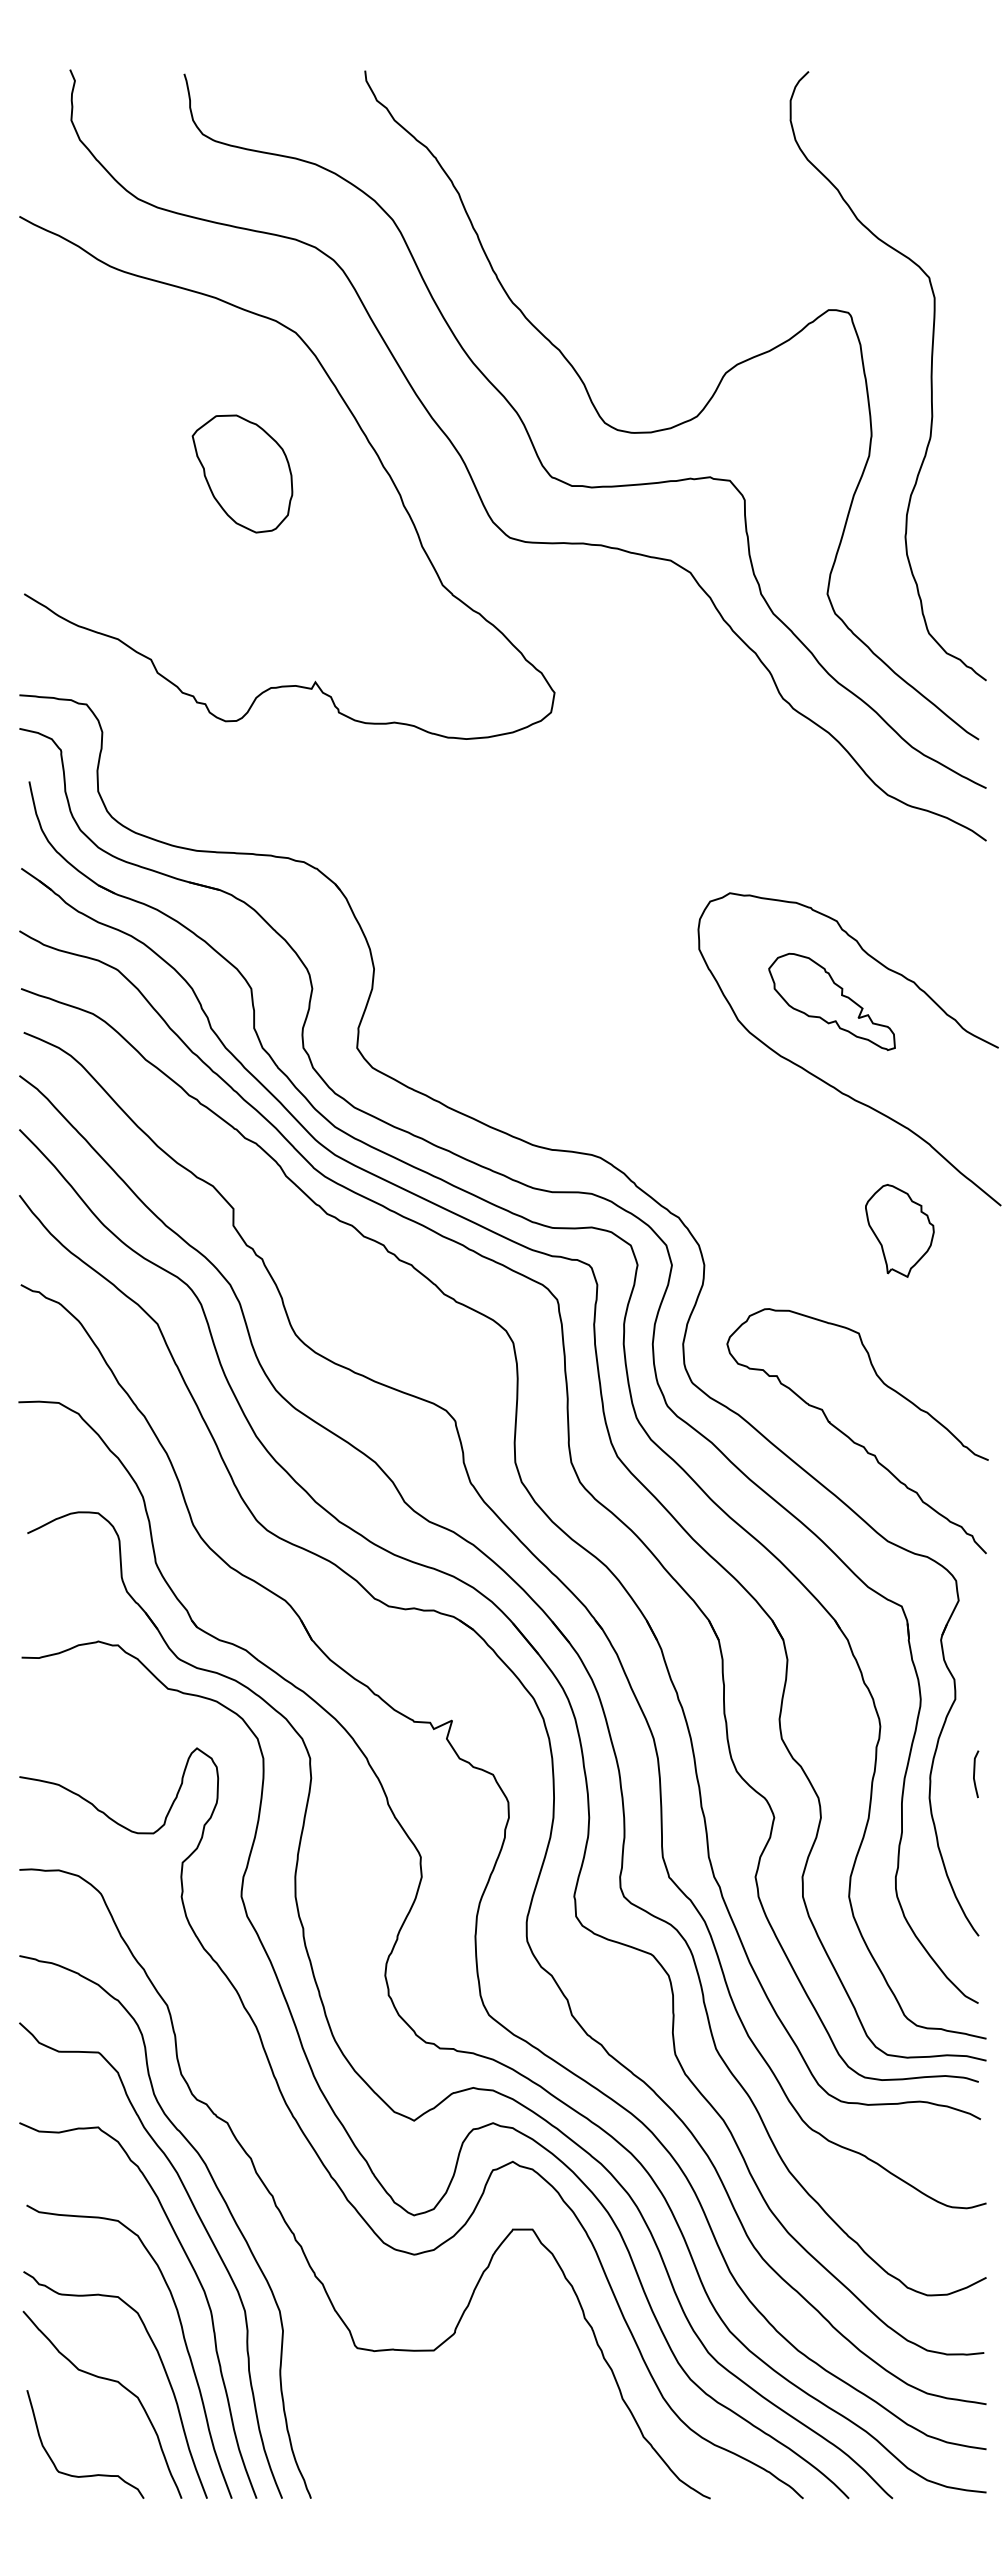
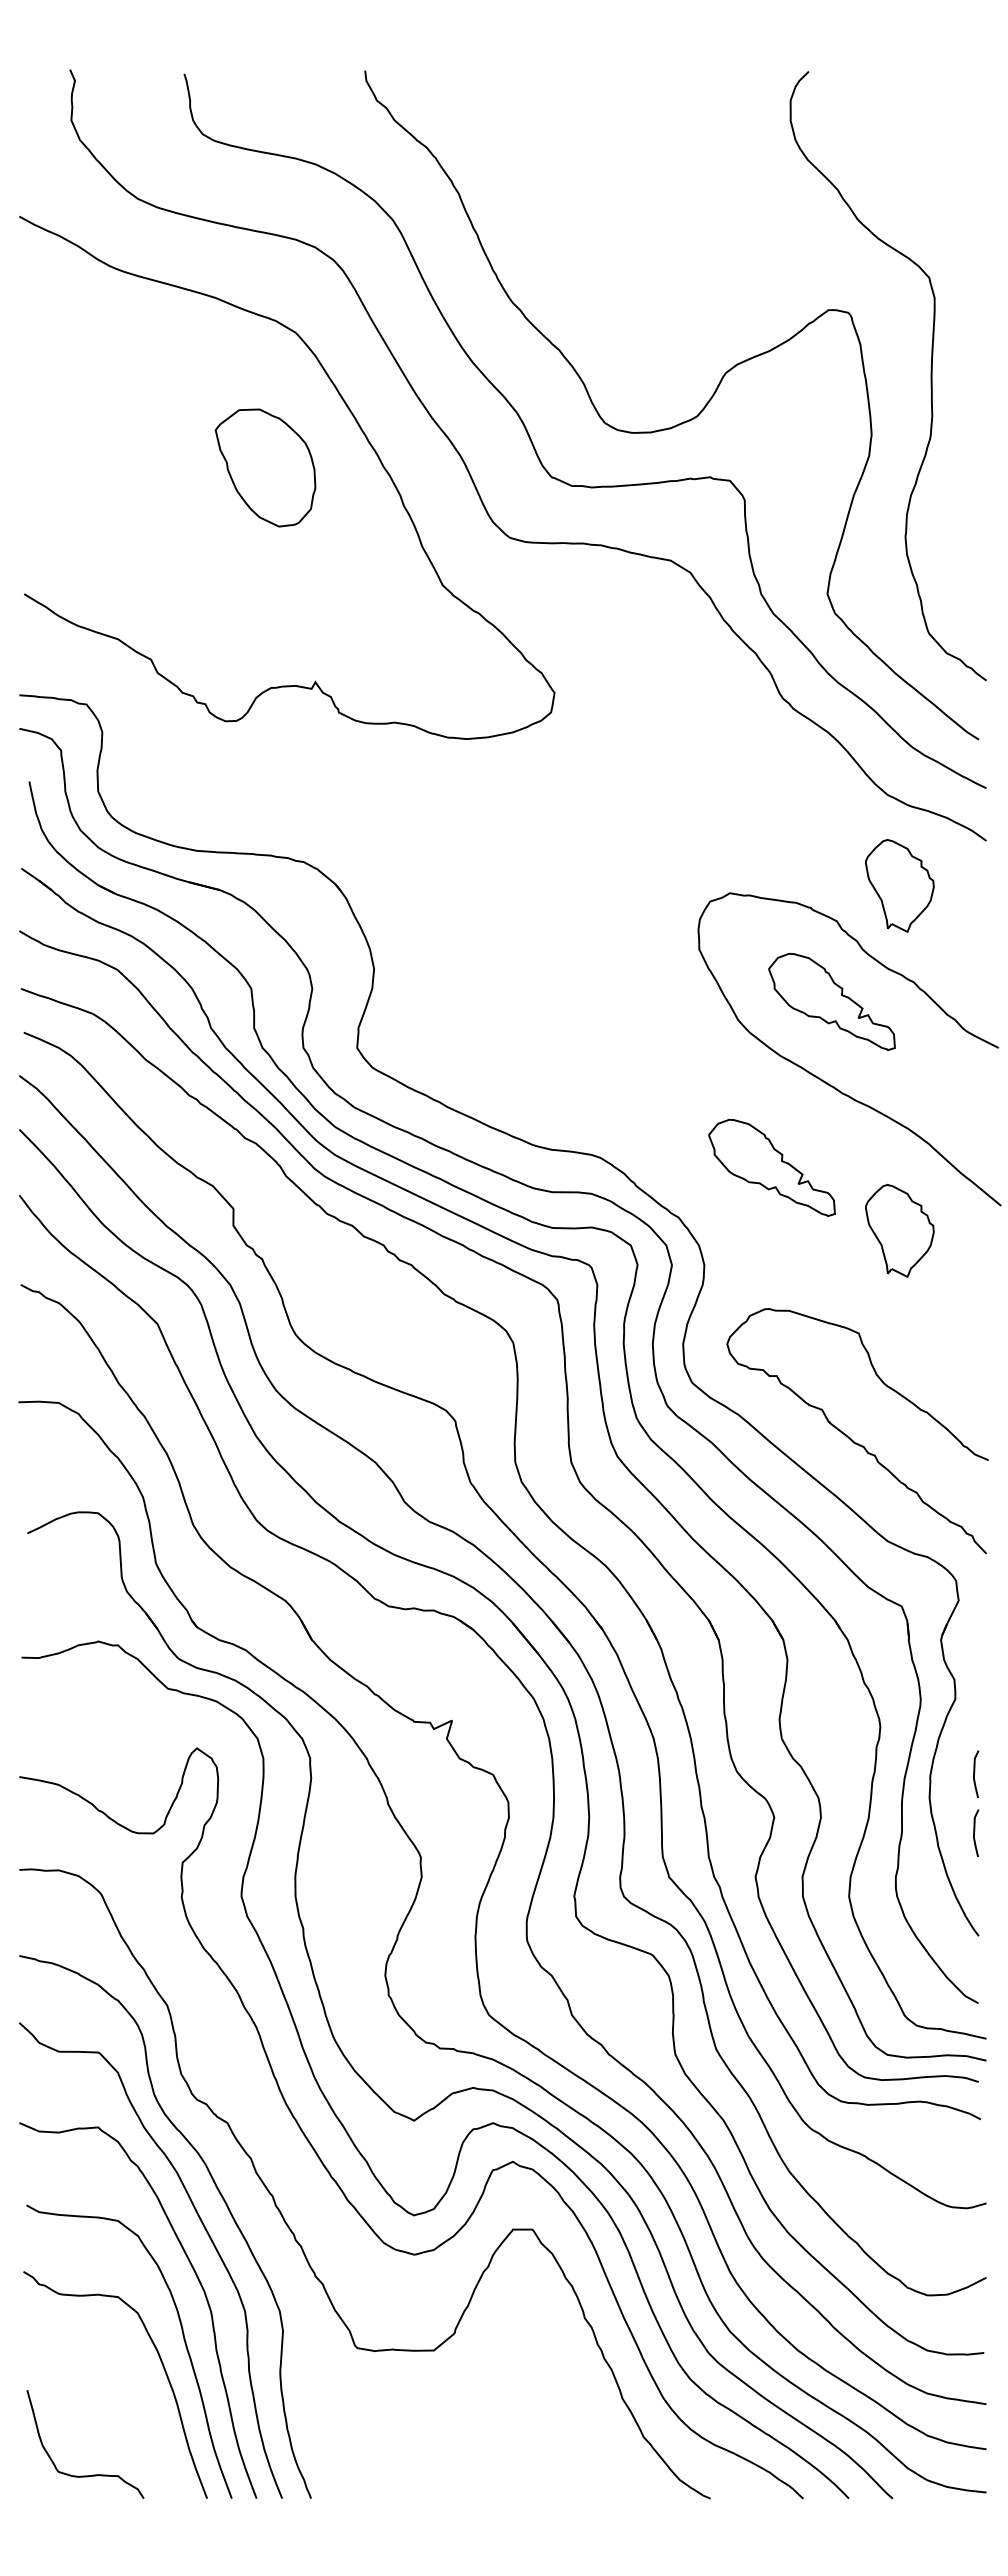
part at (242, 473) position: (242, 473) -> (265, 467)
part at (899, 885): none -> present
part at (771, 1167): none -> present
line at (974, 1833): none -> present
curve at (107, 2380): present -> none
